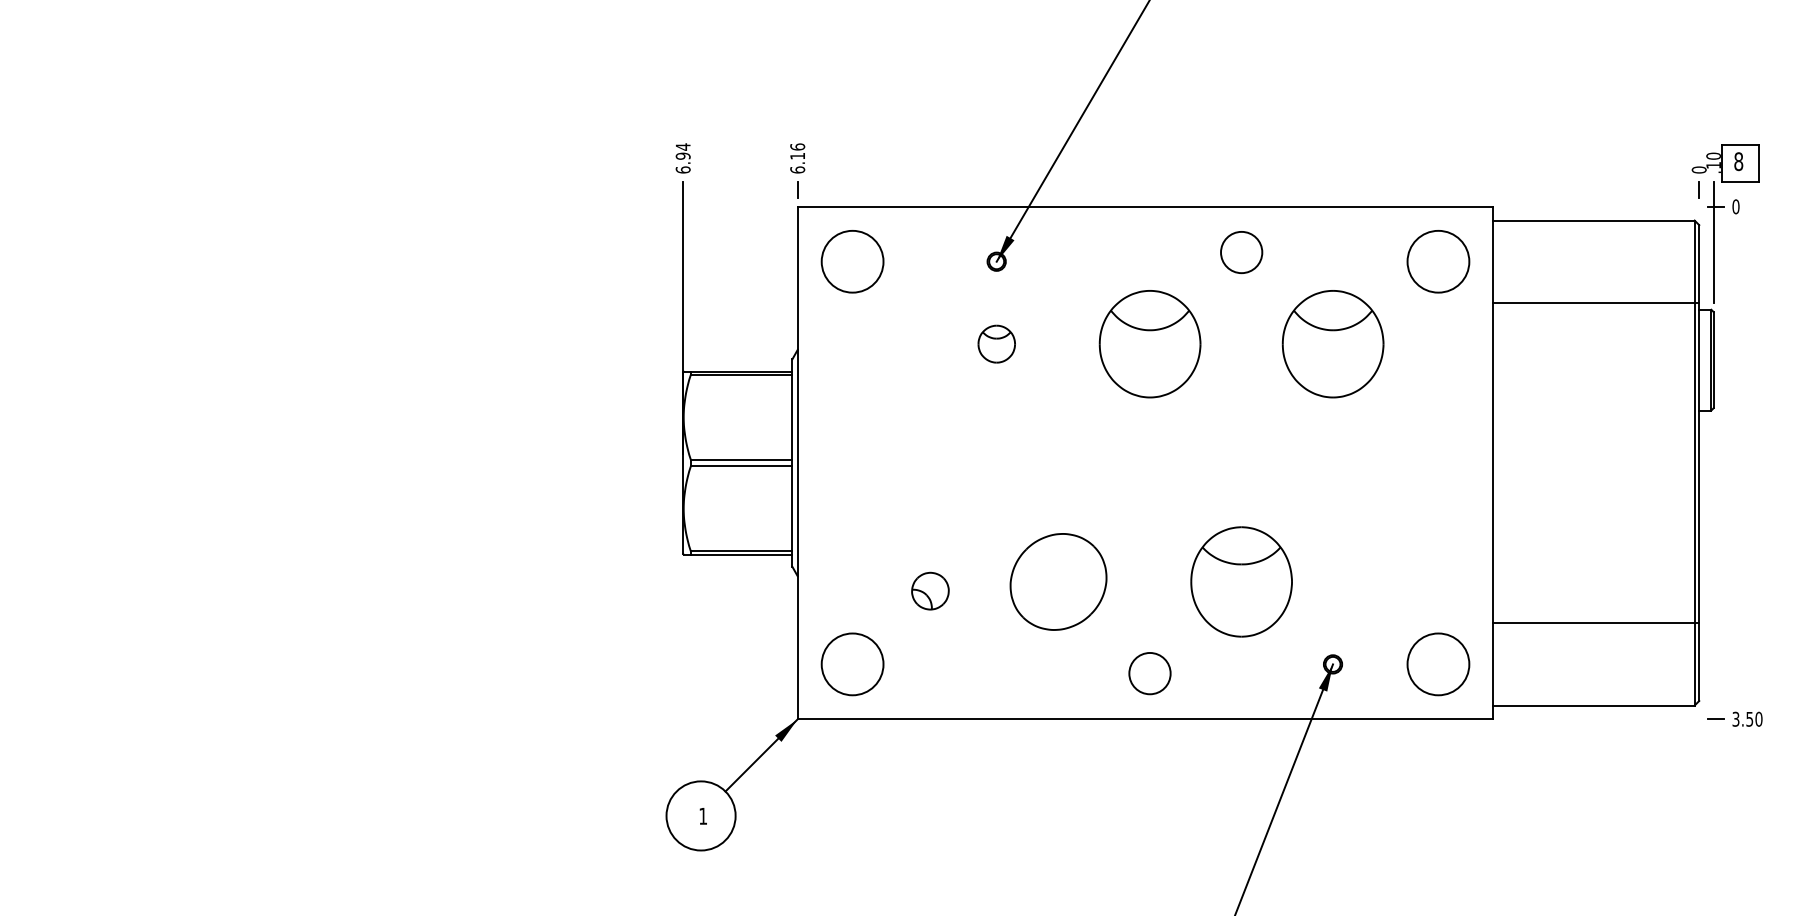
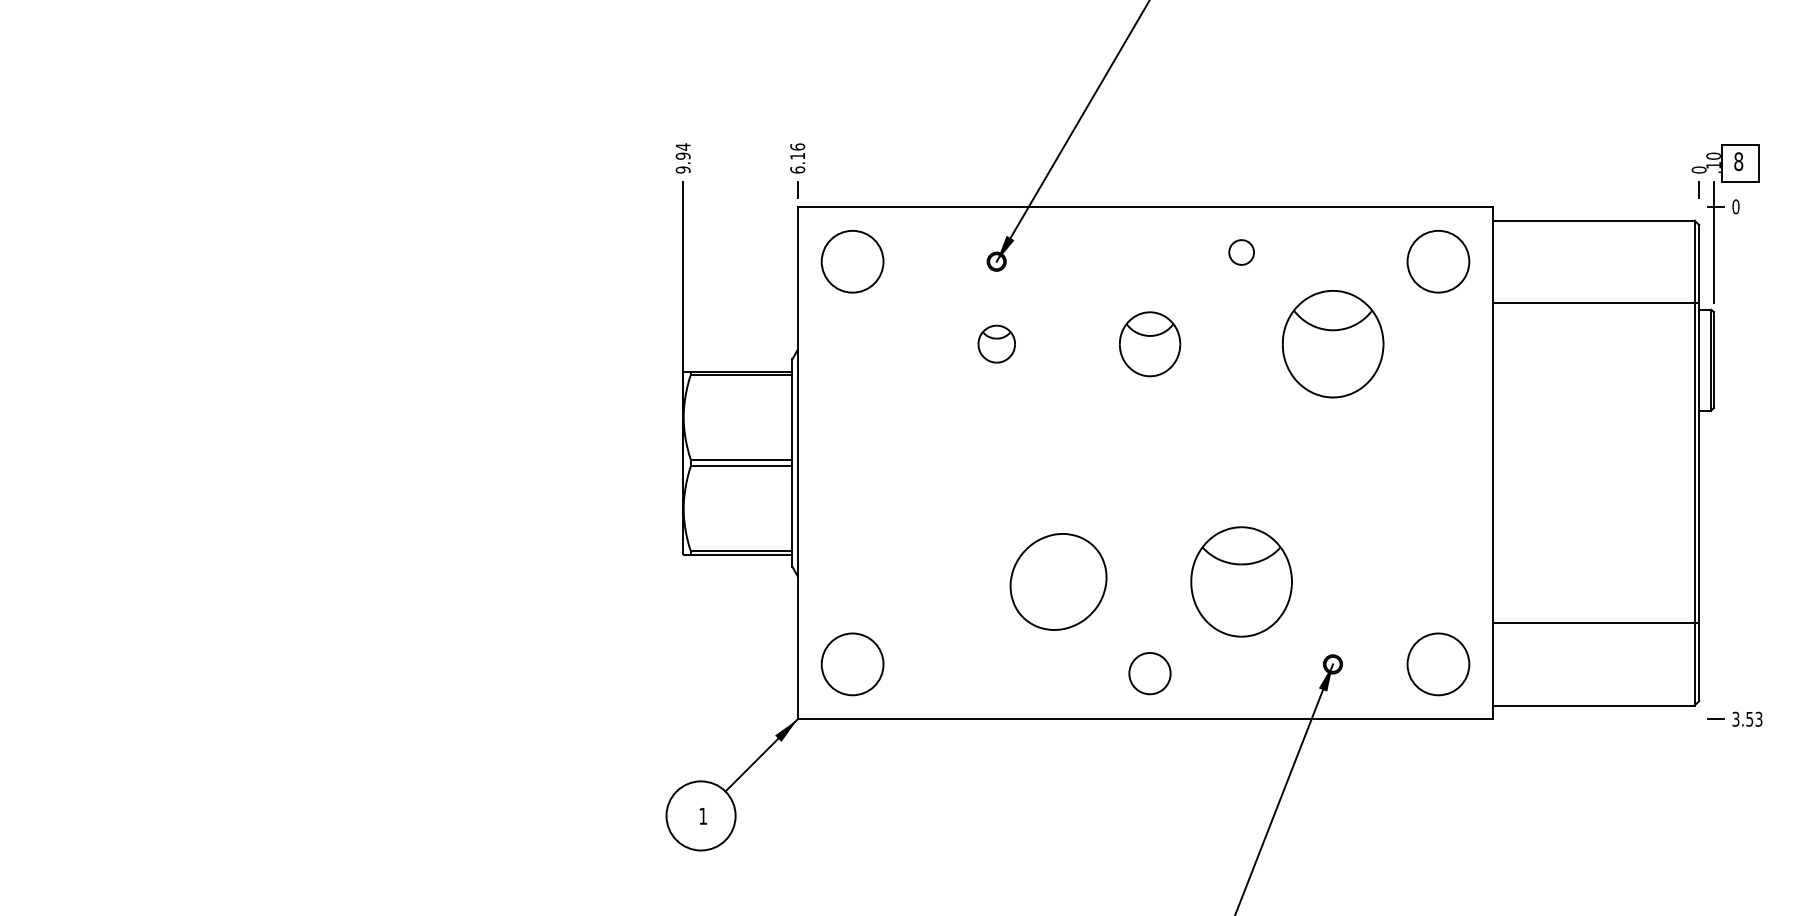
text at (682, 169): 6.94 -> 9.94
circle at (1241, 252) diameter: 41 px -> 25 px
part at (1149, 344) size: 104x109 px -> 63x67 px
part at (930, 590): present -> none
text at (1758, 718): 3.50 -> 3.53
